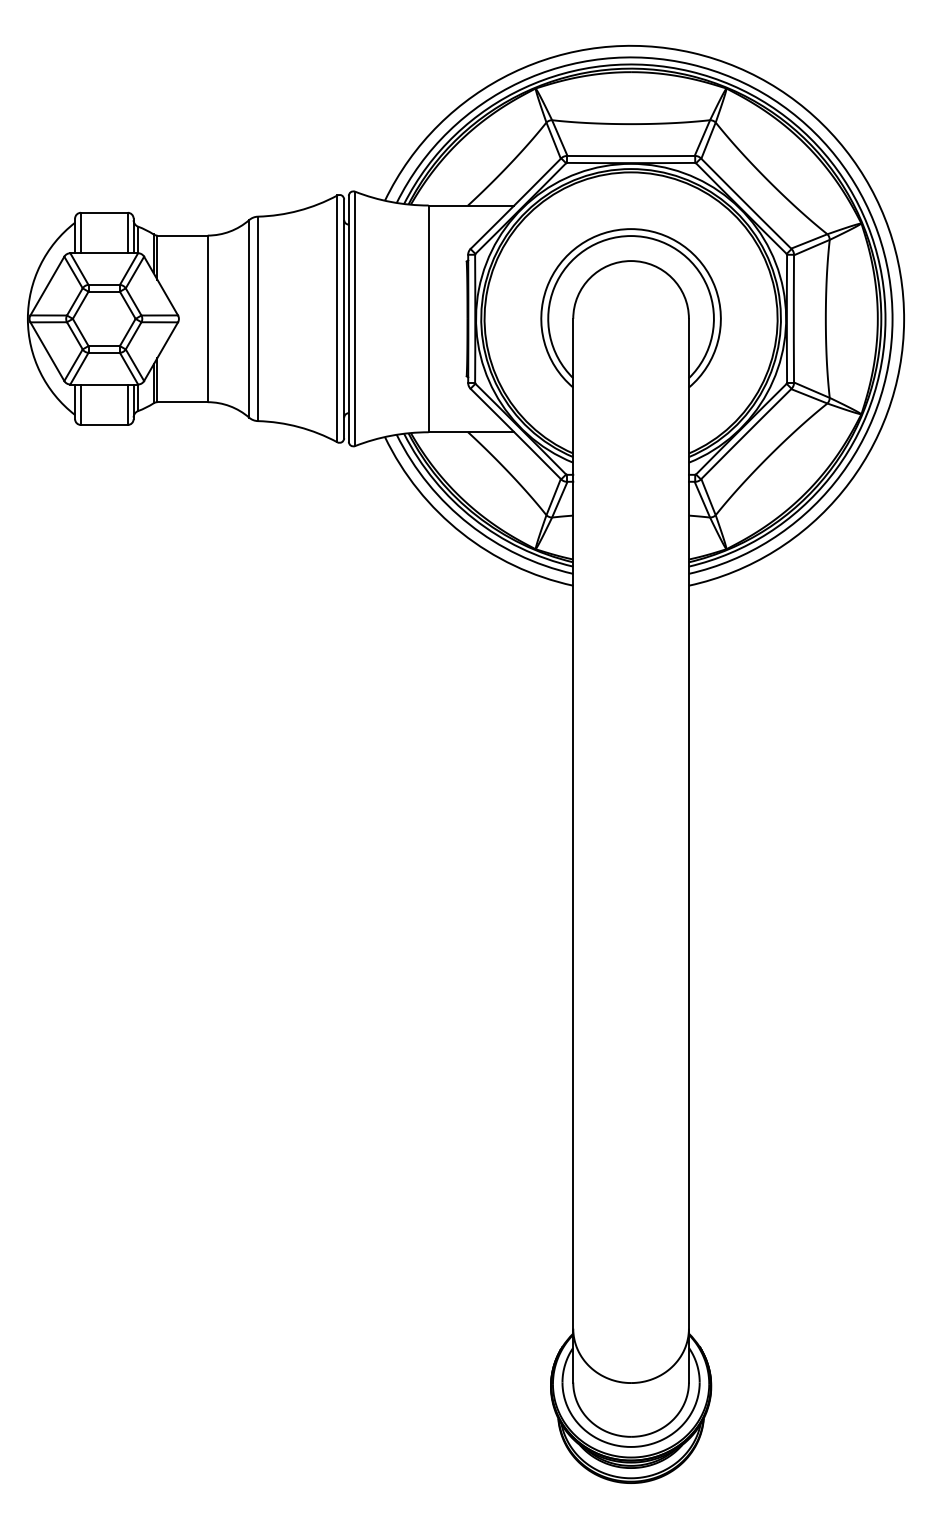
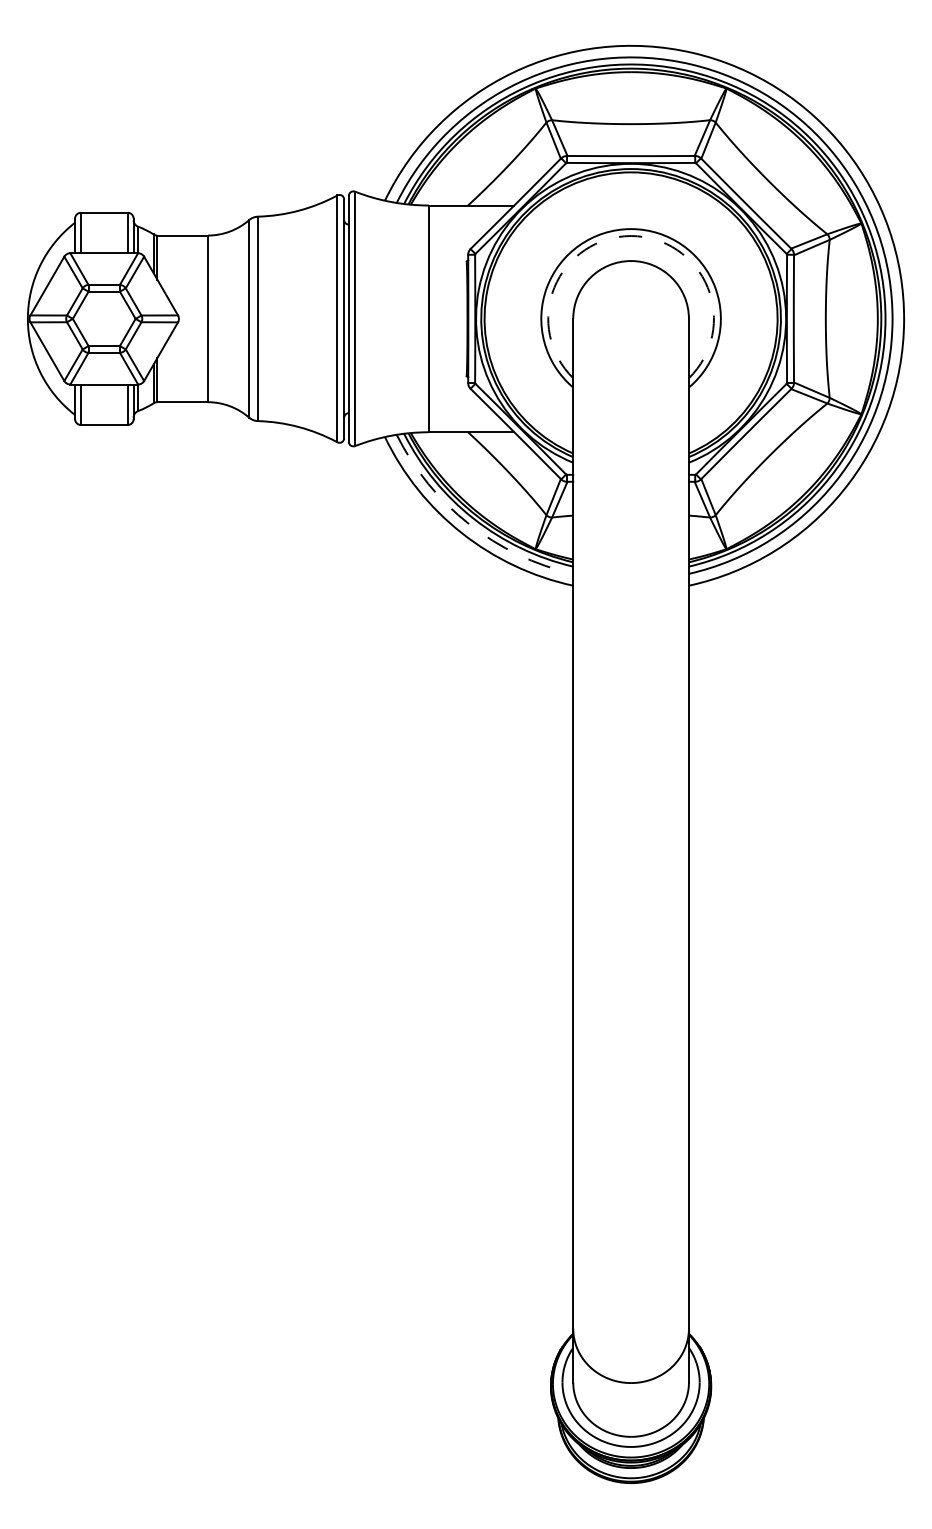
arc at (631, 236): solid -> dashed
arc at (469, 524): solid -> dashed
